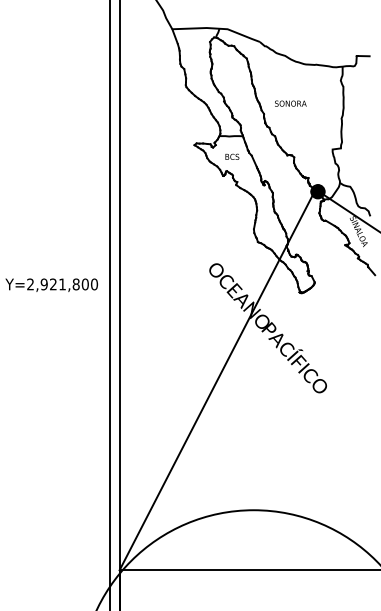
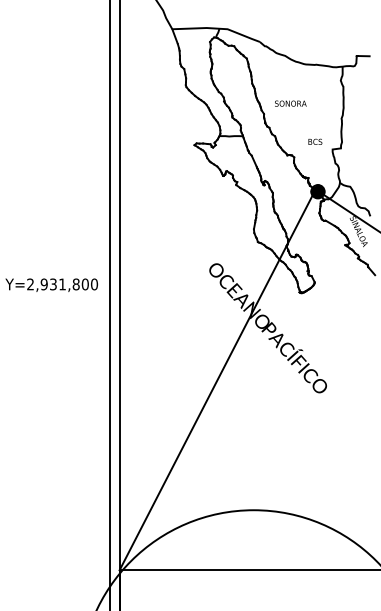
text at (232, 156) position: (232, 156) -> (315, 141)
text at (53, 284): Y=2,921,800 -> Y=2,931,800
